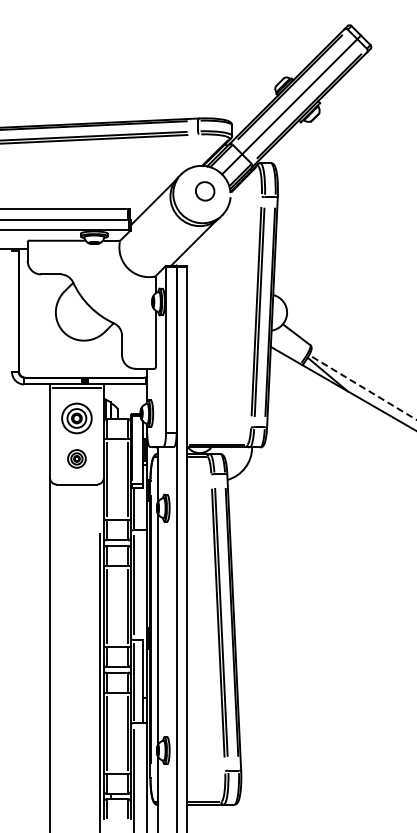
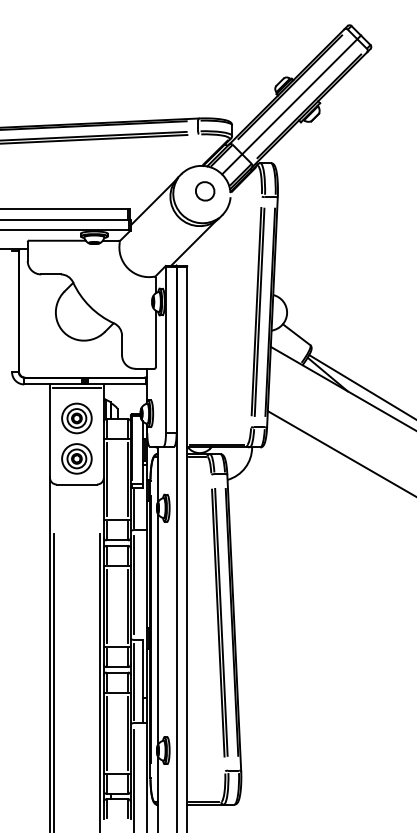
line at (363, 387): dashed -> solid
line at (340, 453): none -> present
part at (76, 458) size: 20x20 px -> 32x32 px
line at (54, 681): none -> present
